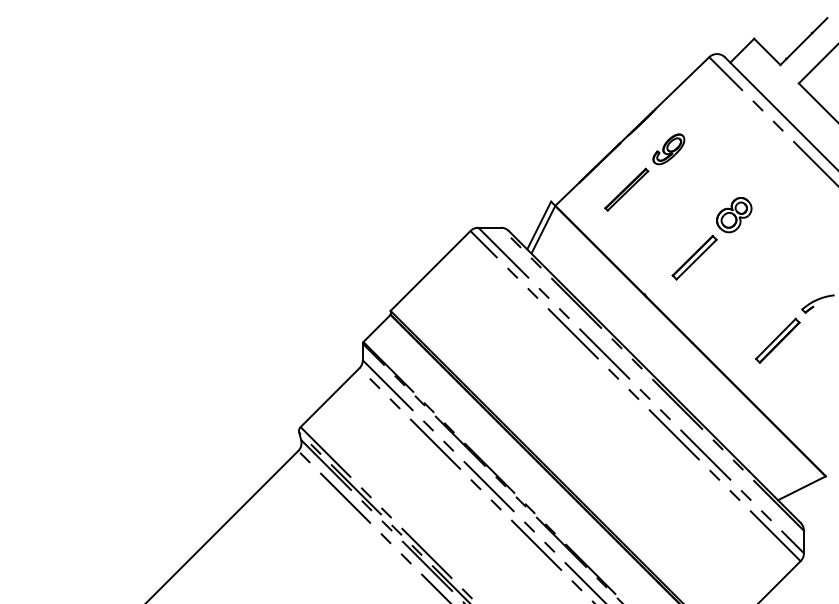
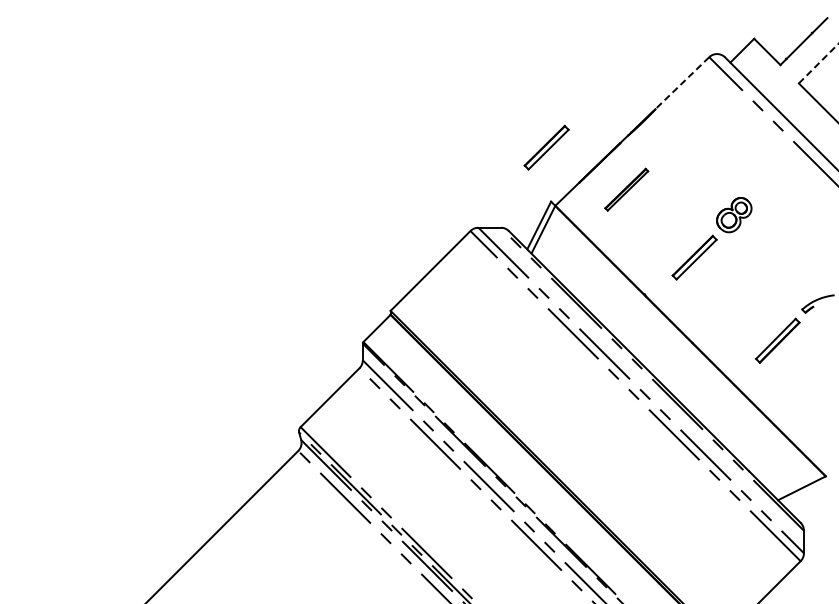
line at (819, 63): solid -> dashed
line at (682, 83): solid -> dashed
part at (546, 147): none -> present
part at (668, 149): present -> none
